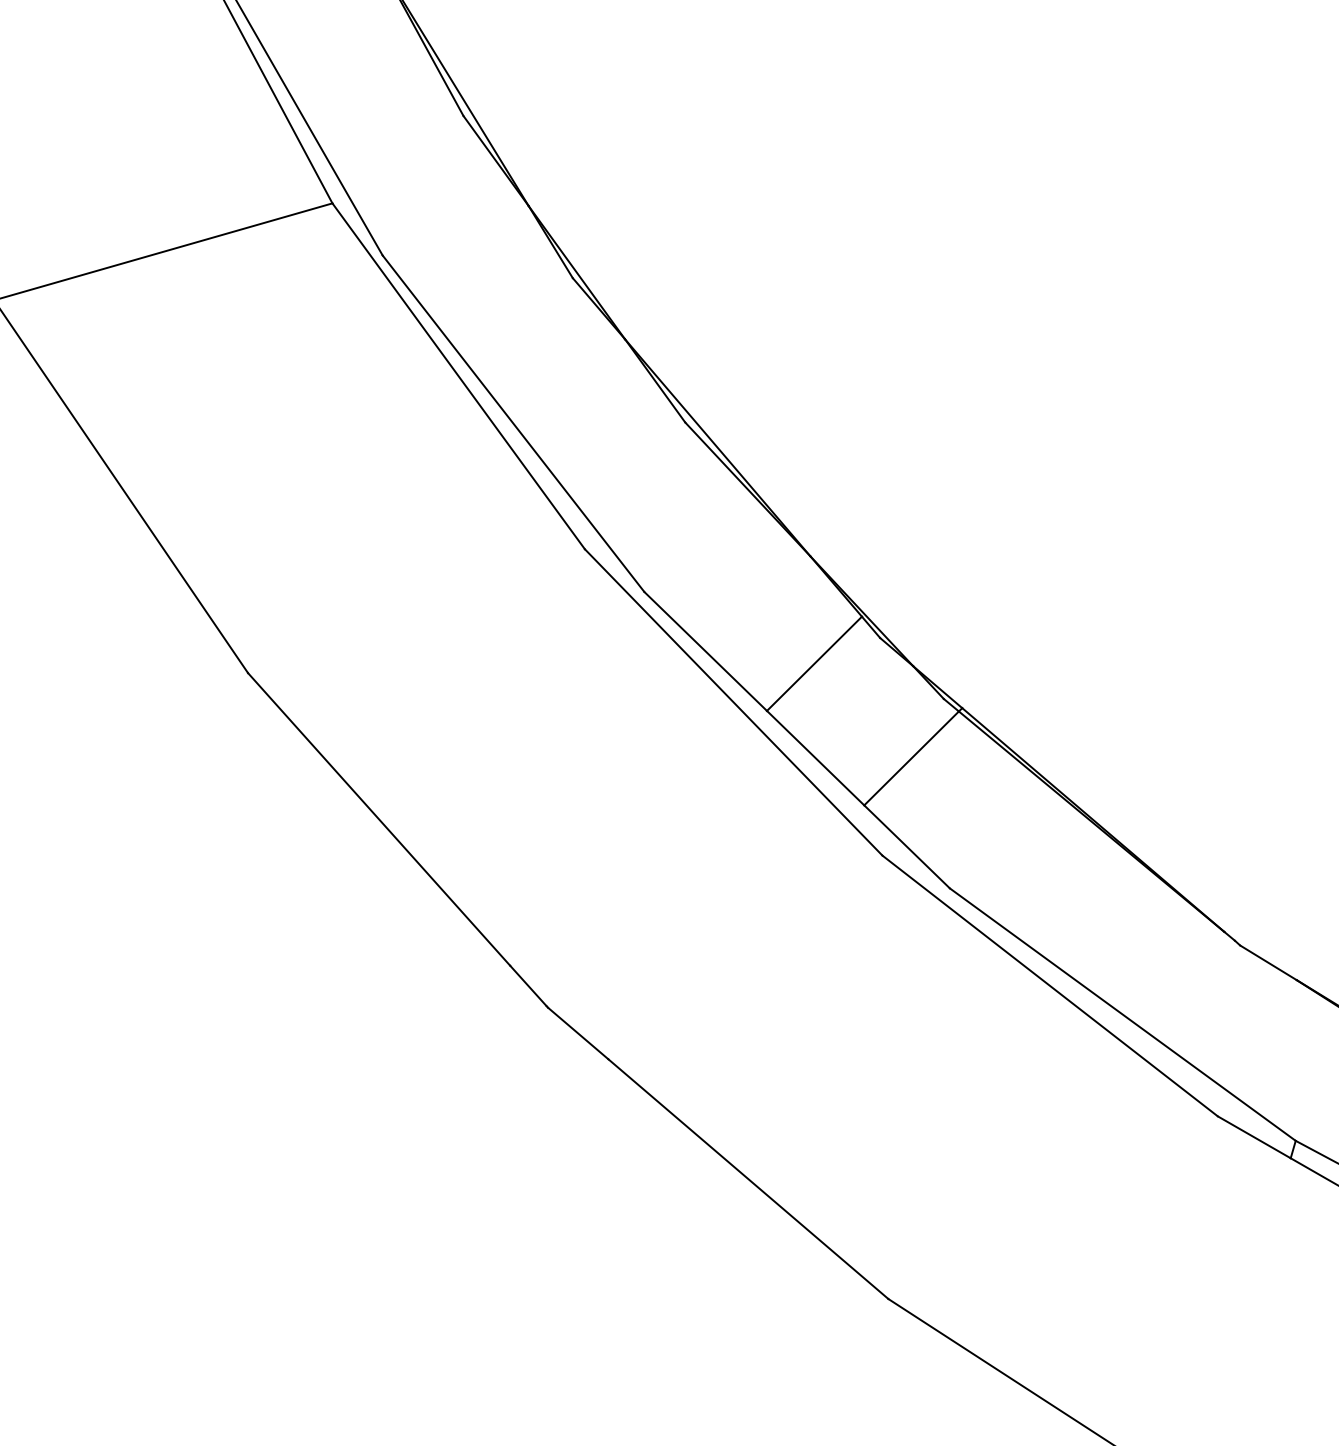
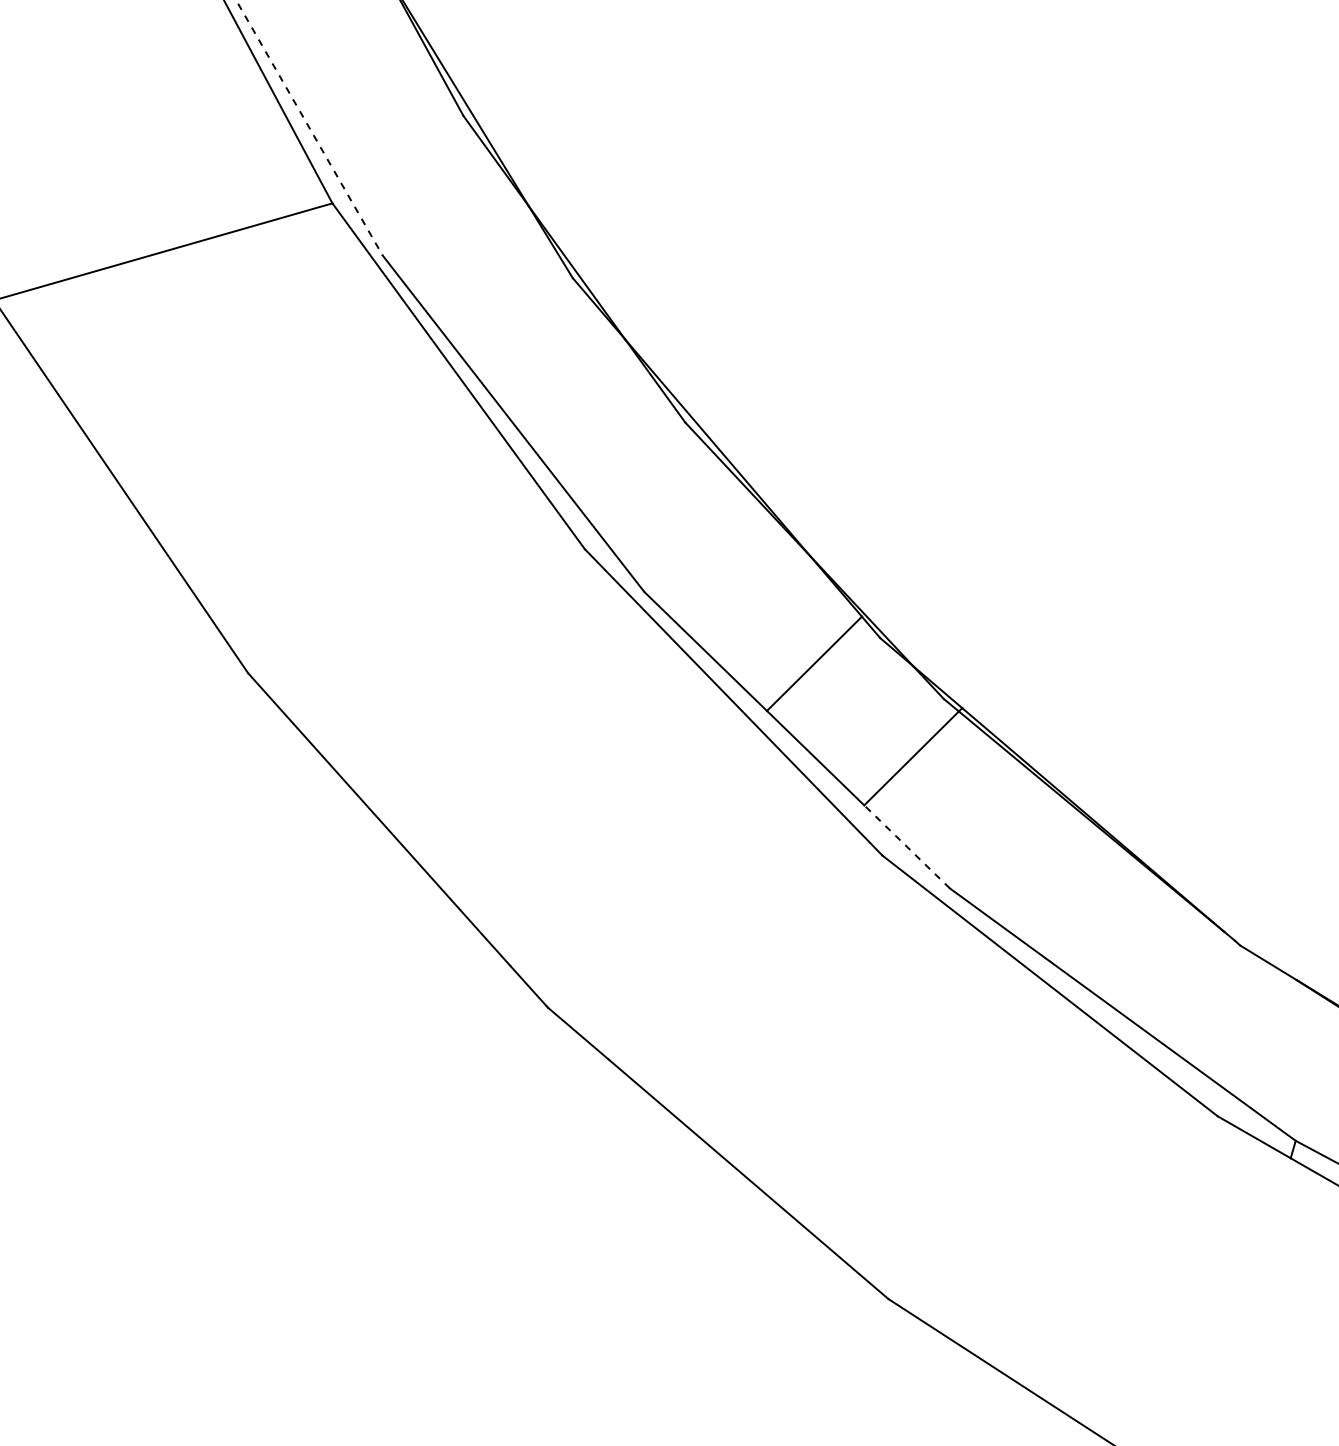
line at (309, 128): solid -> dashed
line at (907, 846): solid -> dashed
